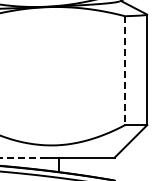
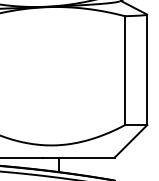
line at (125, 71): dashed -> solid
line at (21, 157): dashed -> solid
